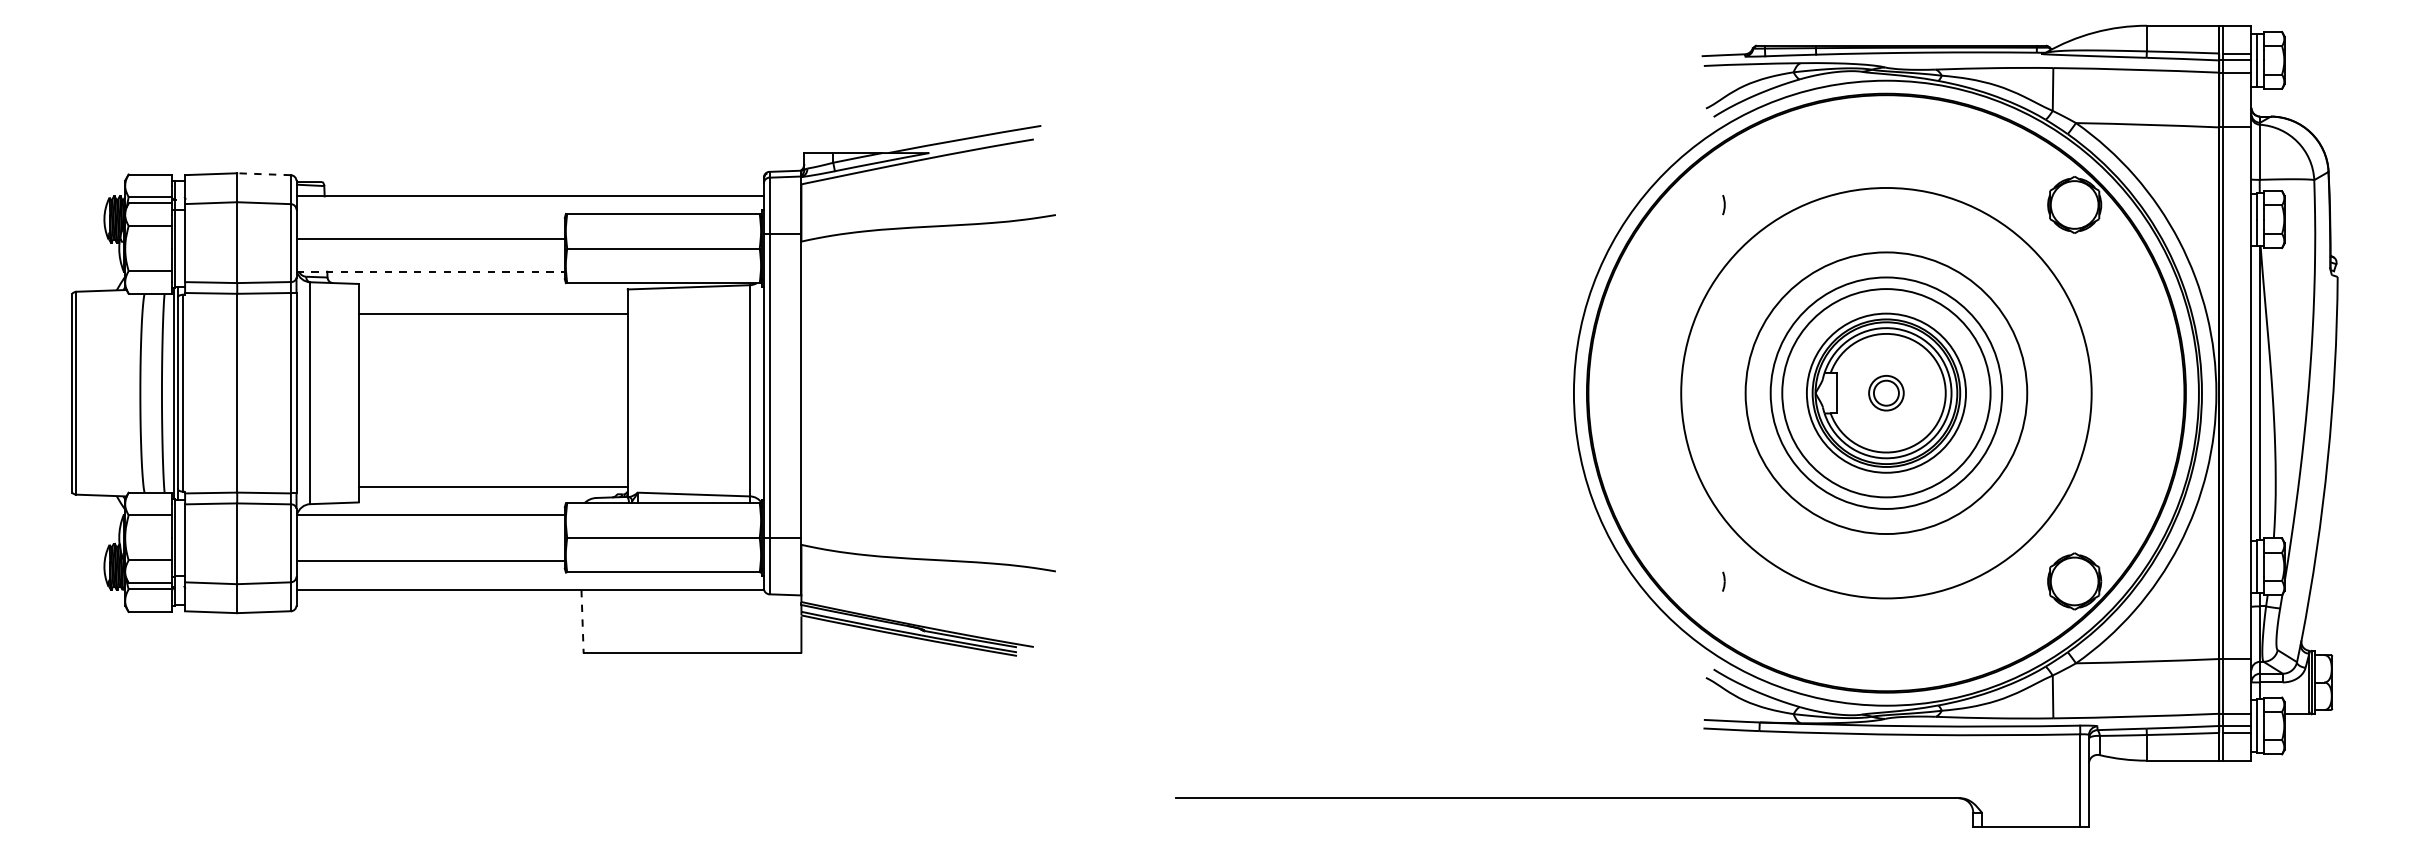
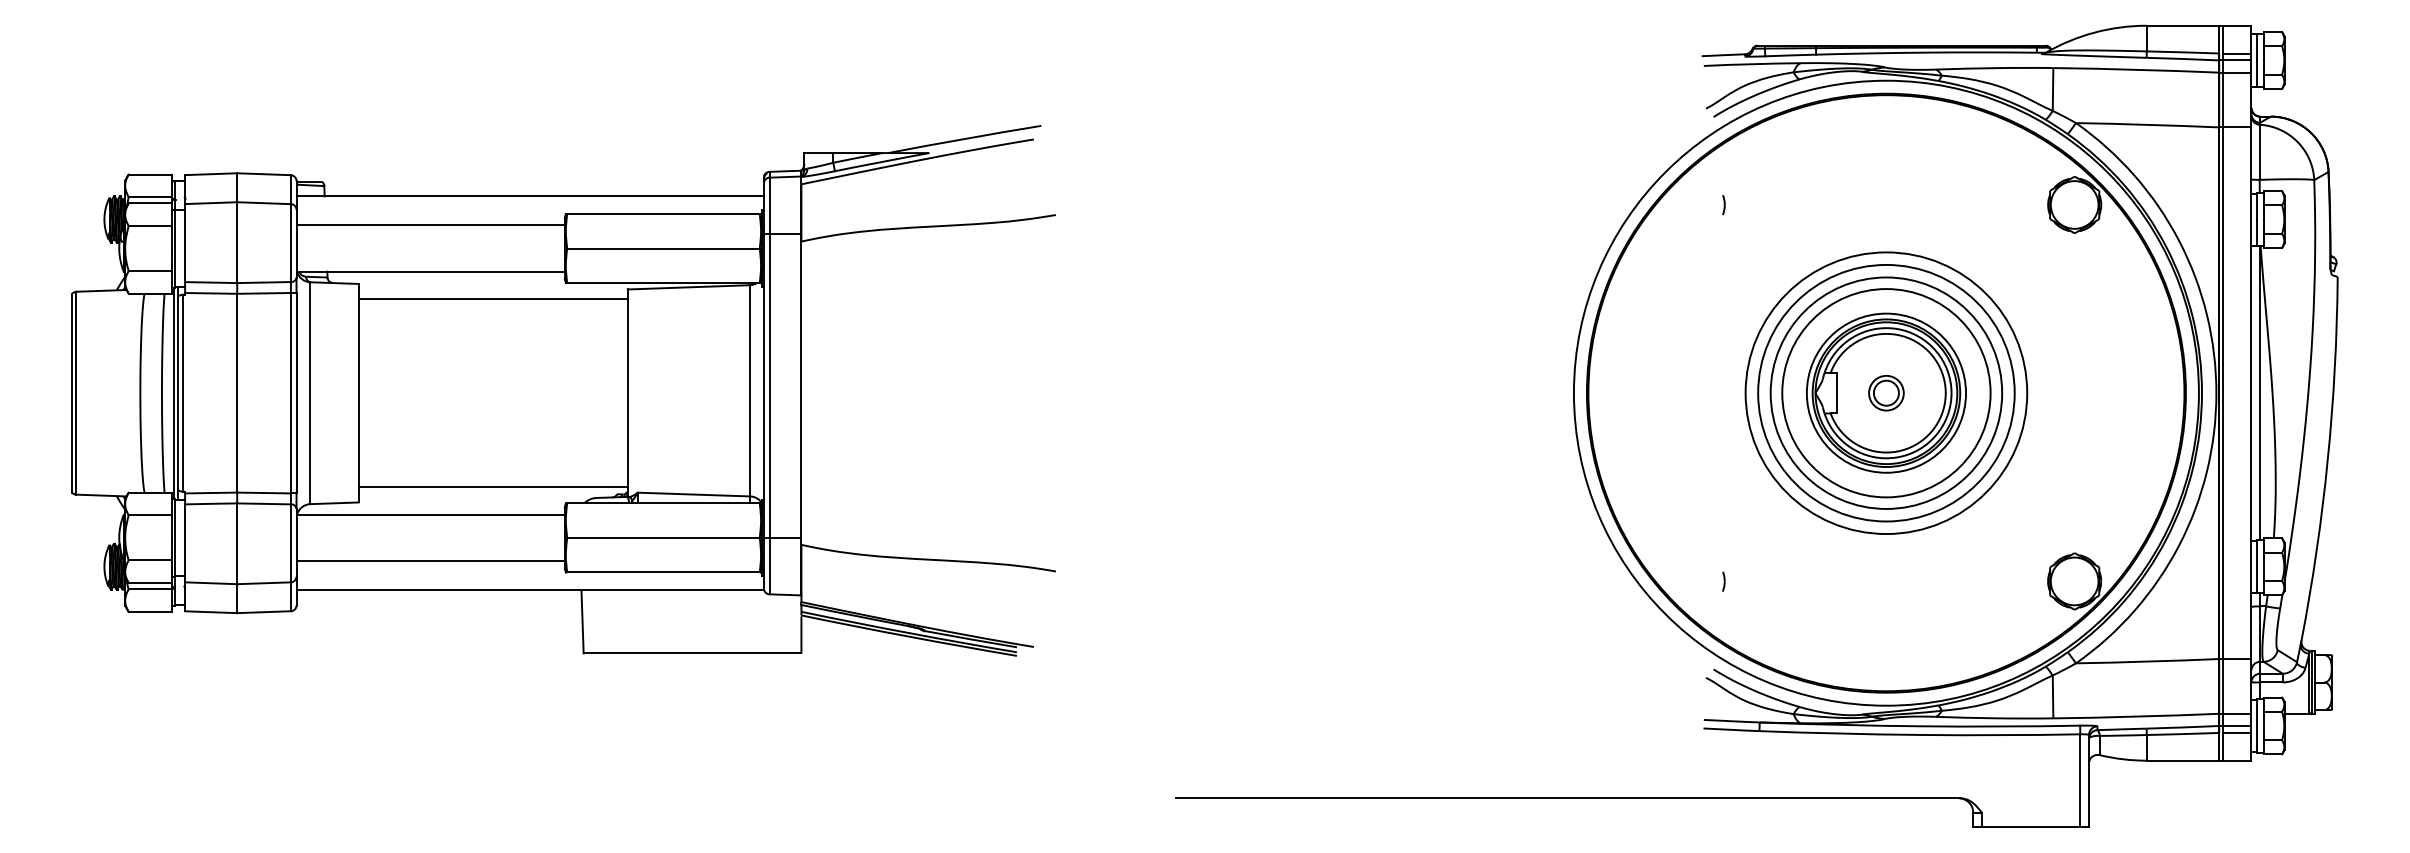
line at (264, 174): dashed -> solid
line at (430, 239) position: (430, 239) -> (430, 225)
line at (431, 271): dashed -> solid
line at (492, 314) position: (492, 314) -> (492, 299)
circle at (1886, 392) diameter: 410 px -> 257 px
line at (582, 621): dashed -> solid
